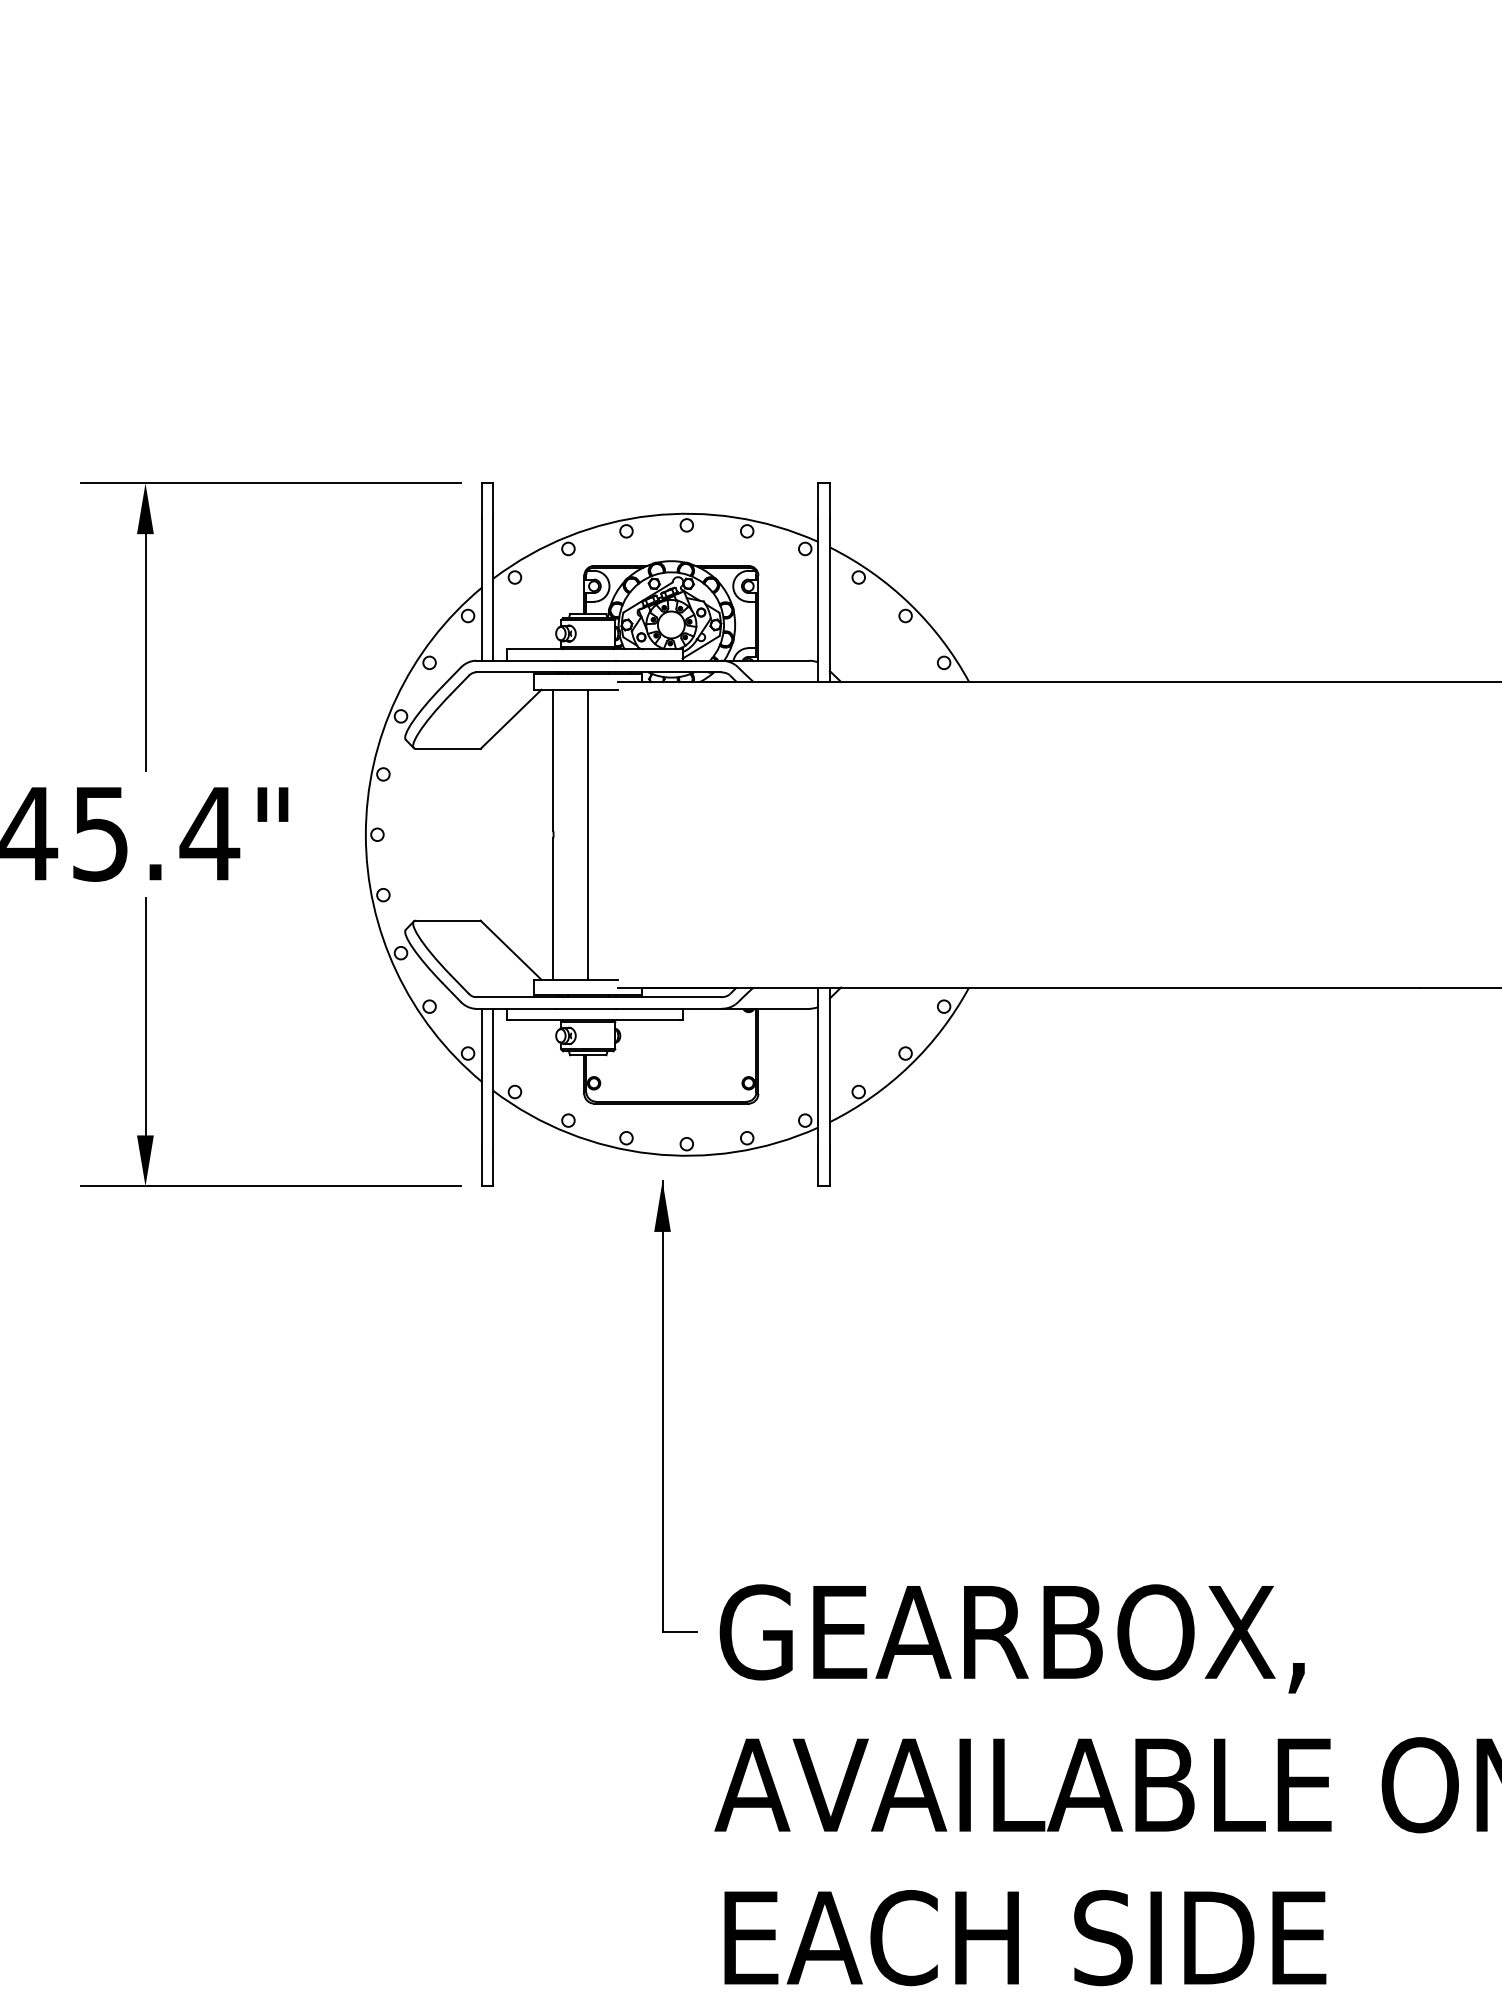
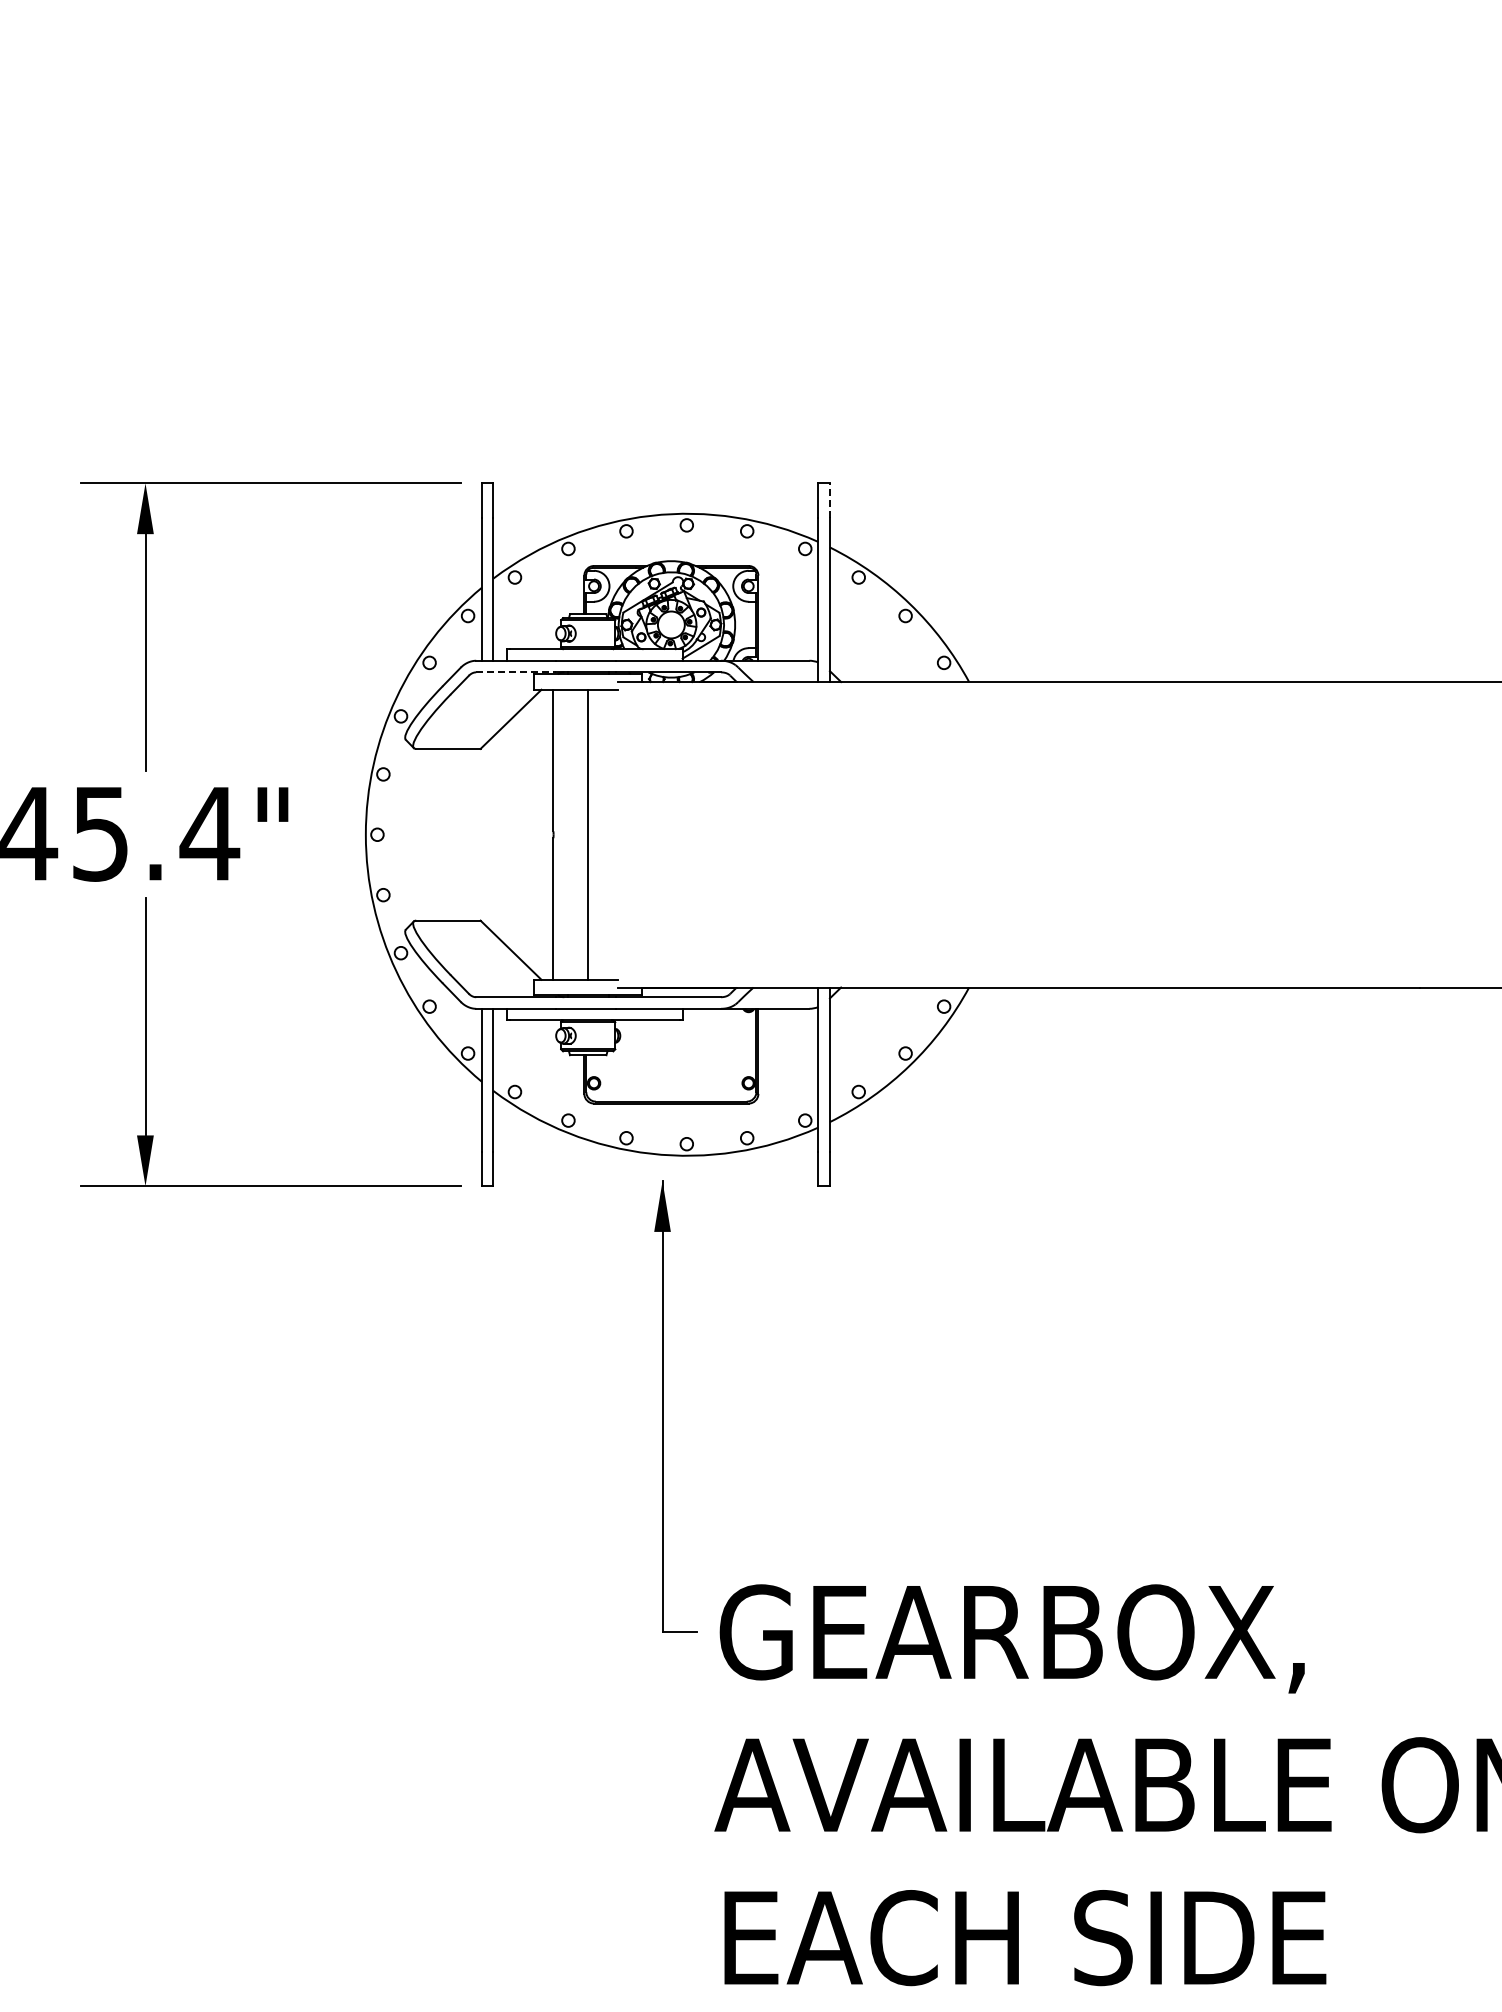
line at (829, 499): solid -> dashed
line at (516, 672): solid -> dashed
